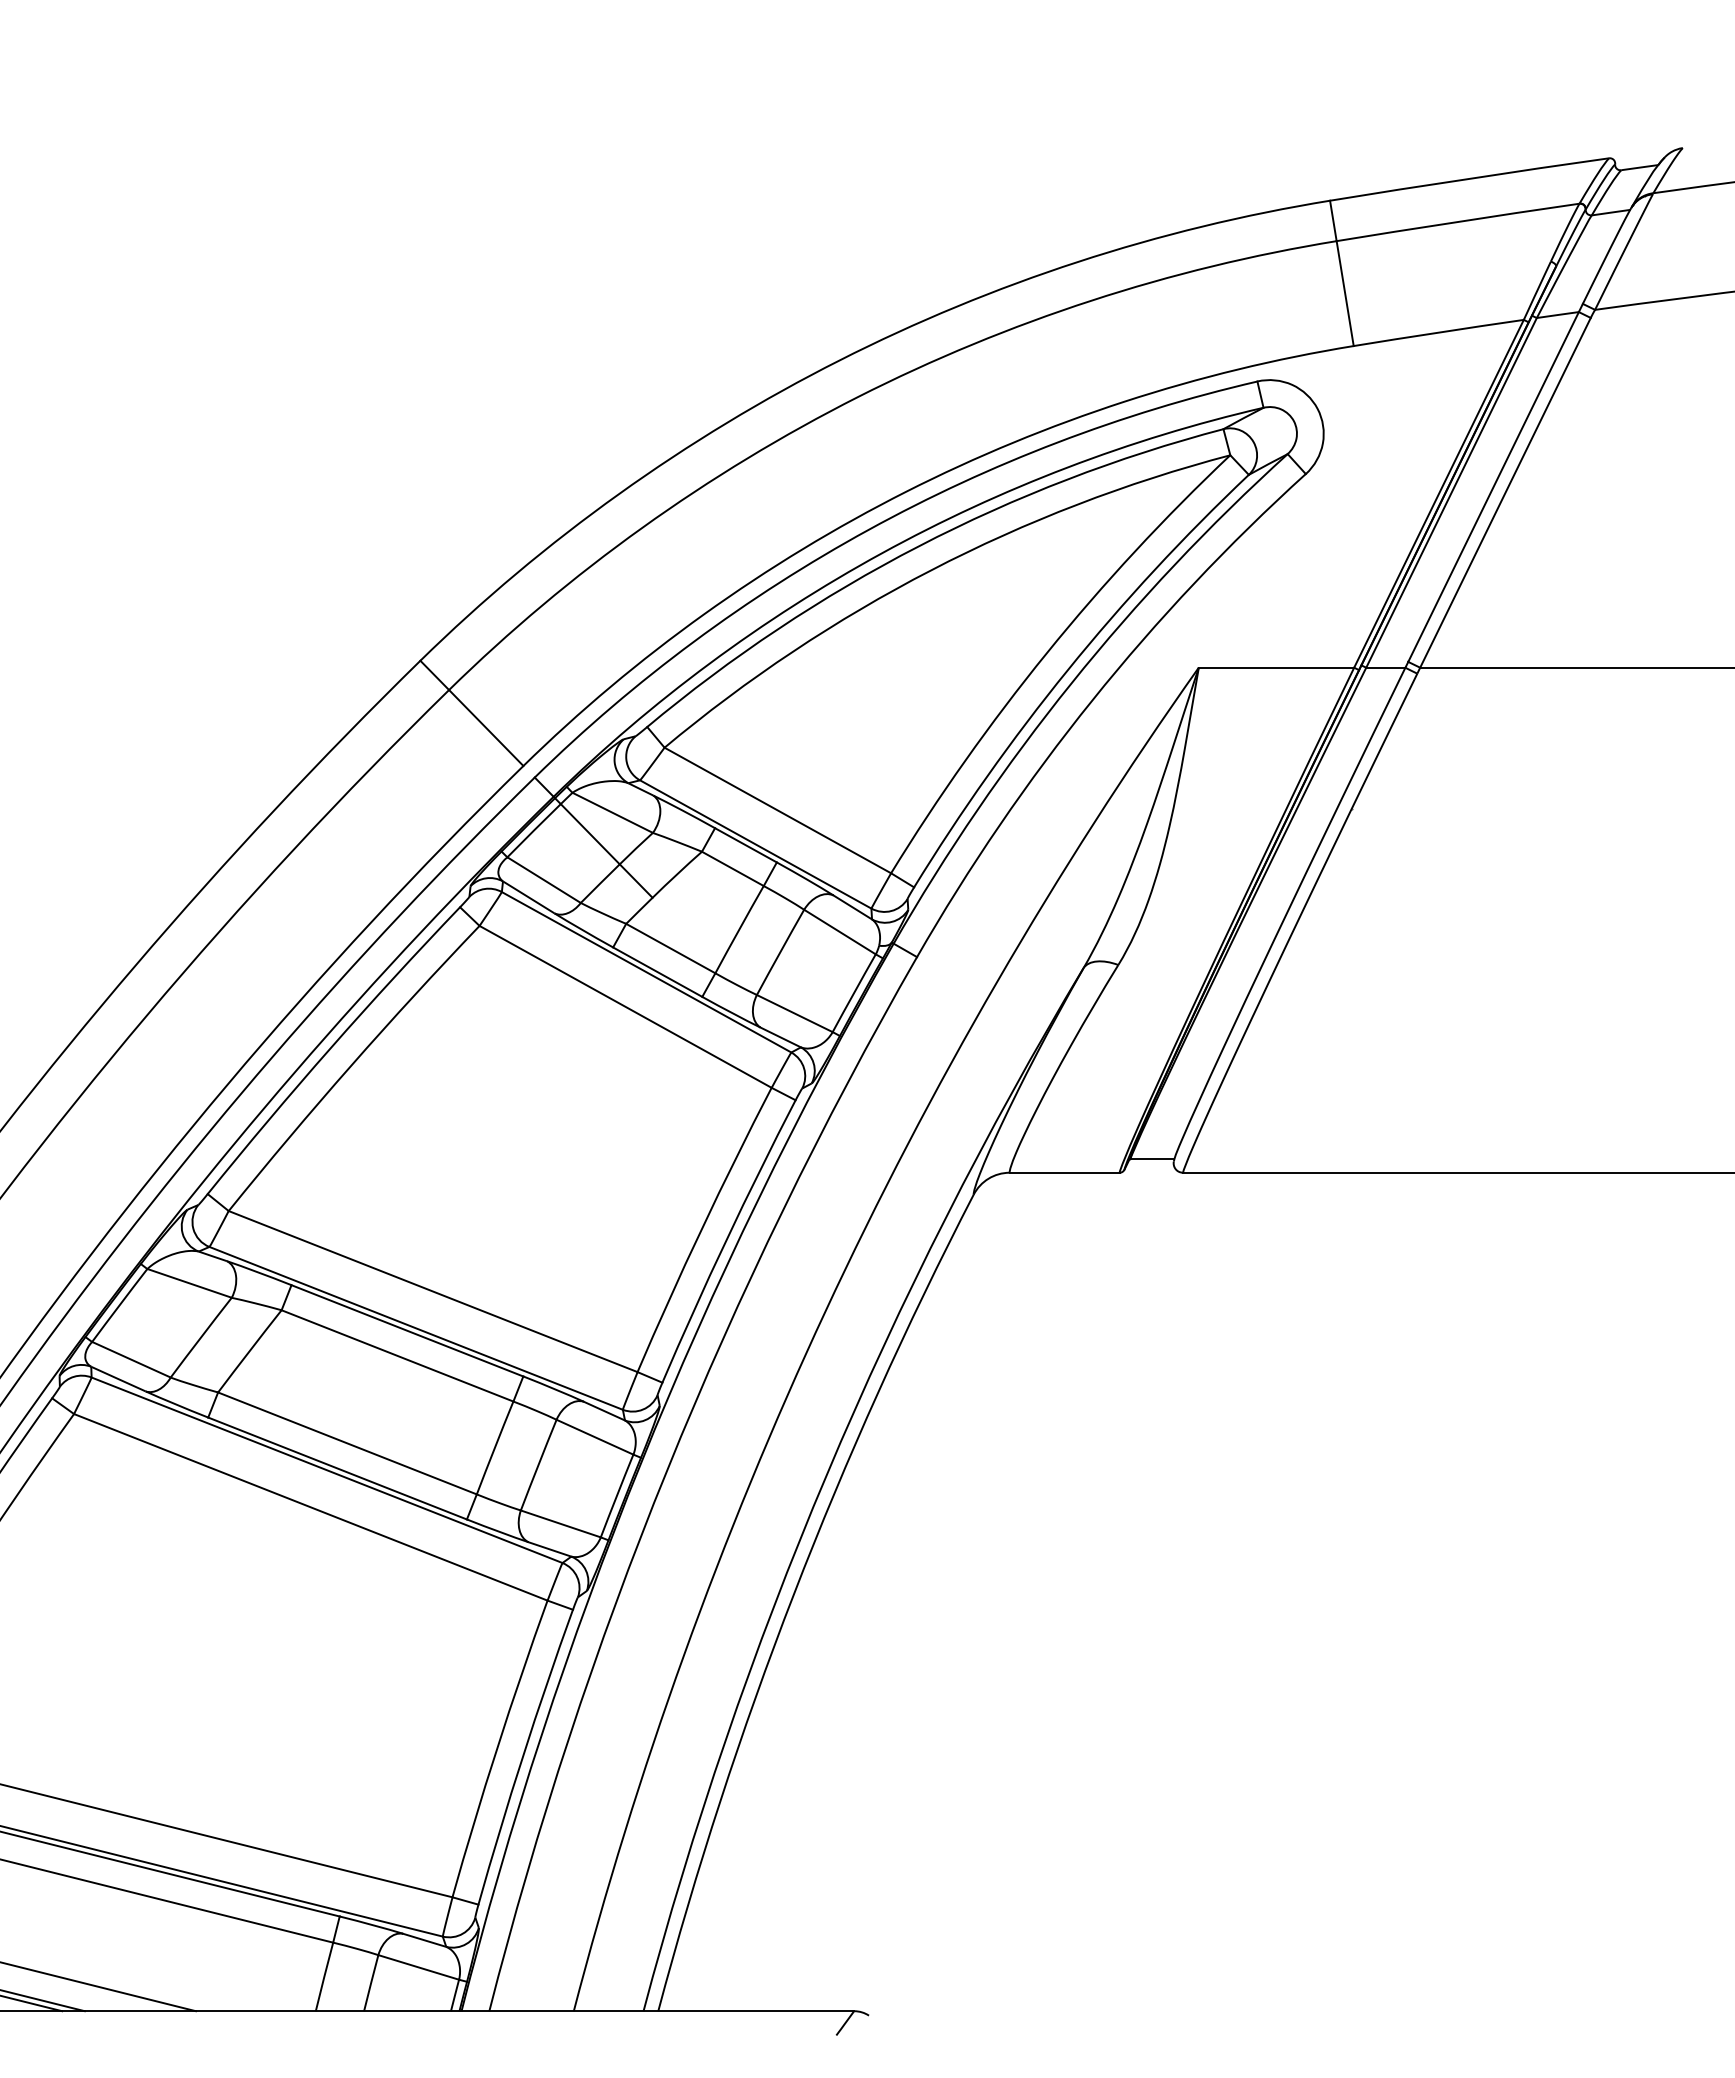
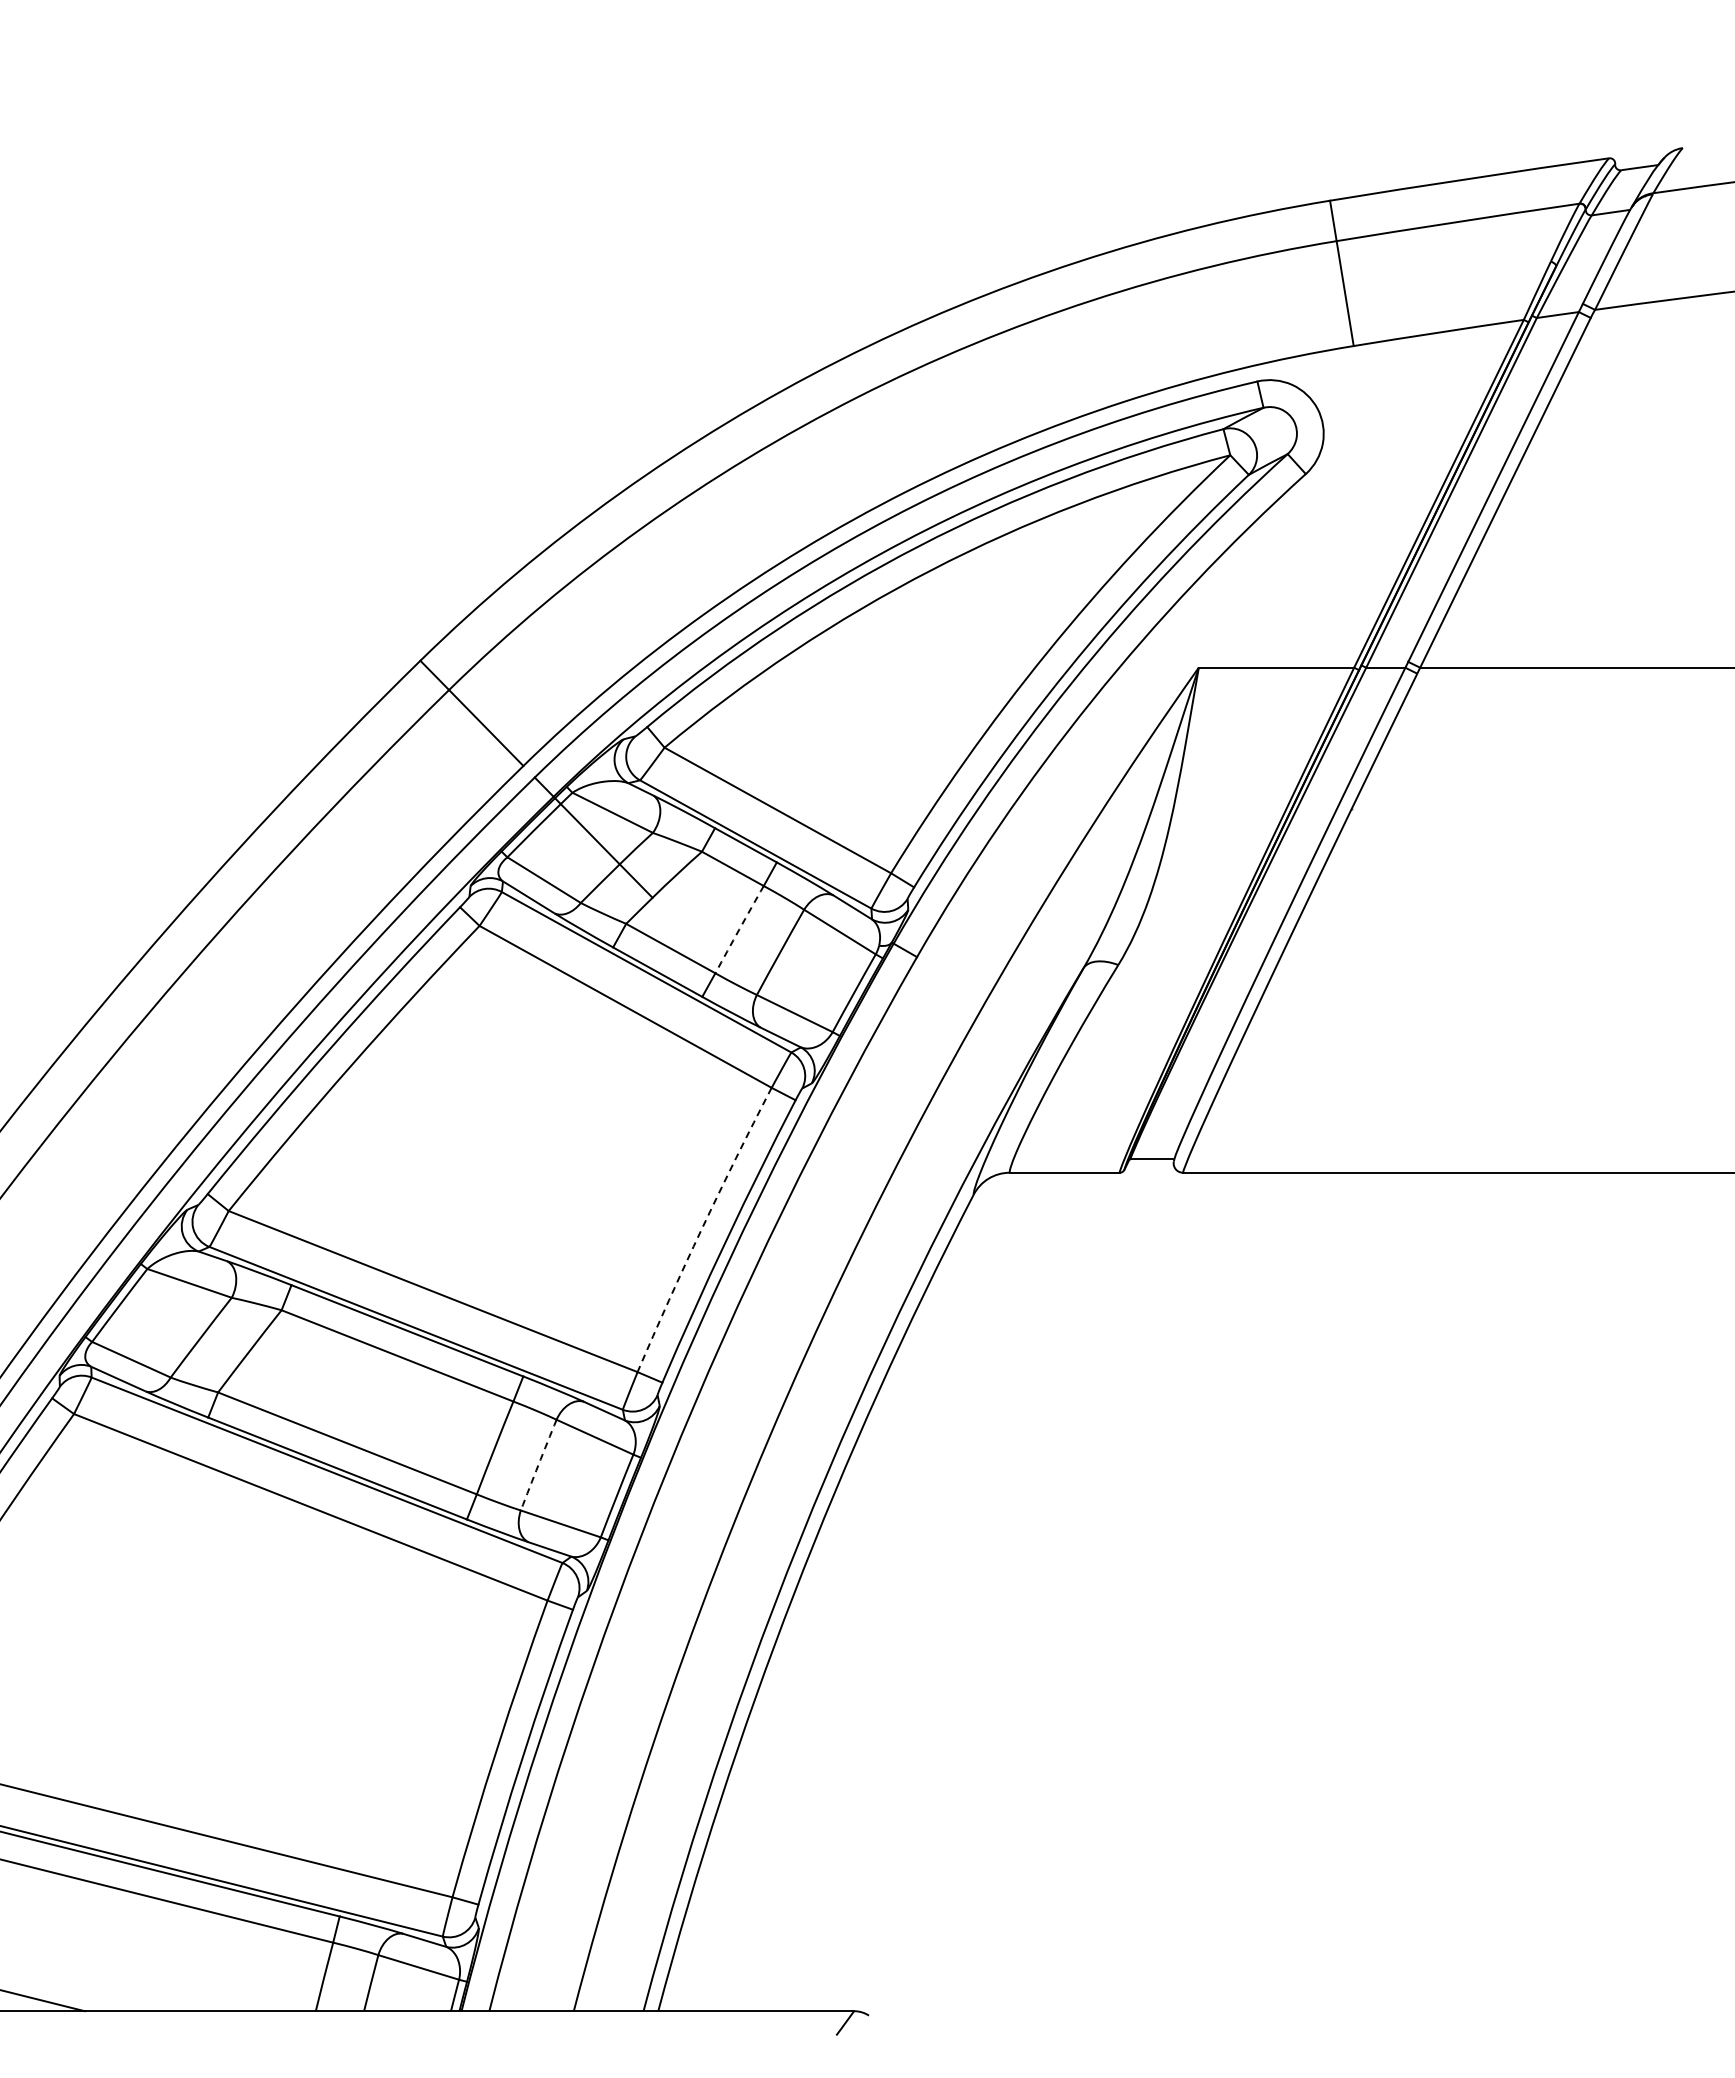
arc at (739, 929): solid -> dashed
arc at (702, 1228): solid -> dashed
arc at (538, 1465): solid -> dashed
line at (98, 1986): present -> none
line at (32, 2003): present -> none
